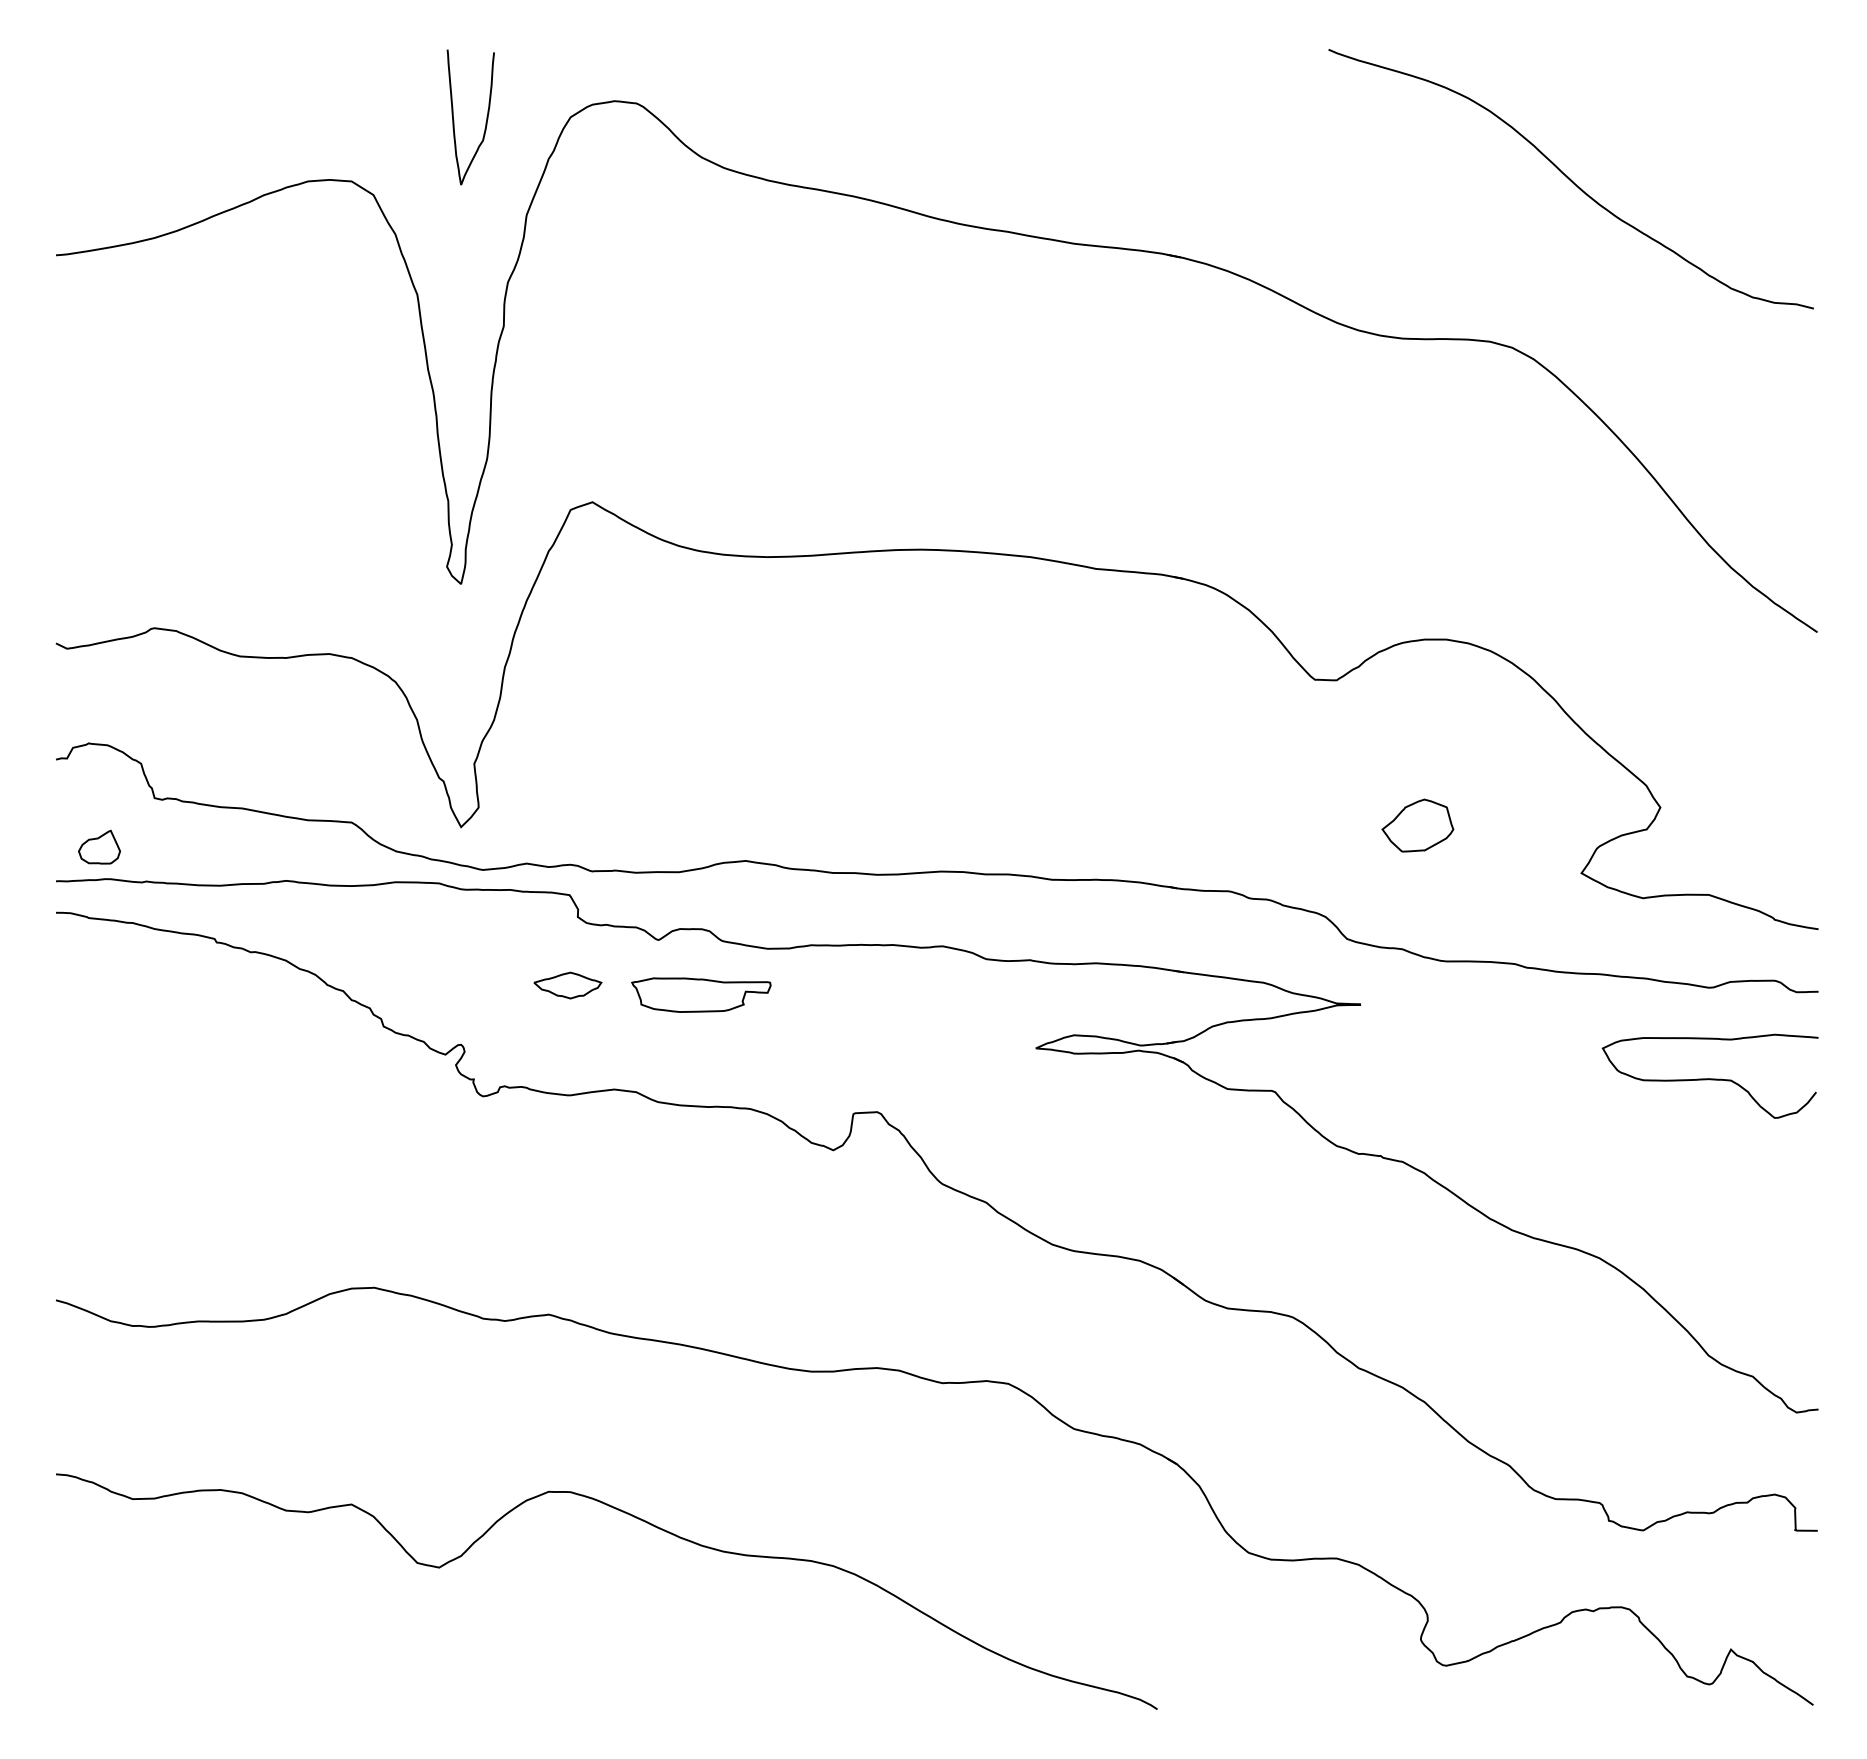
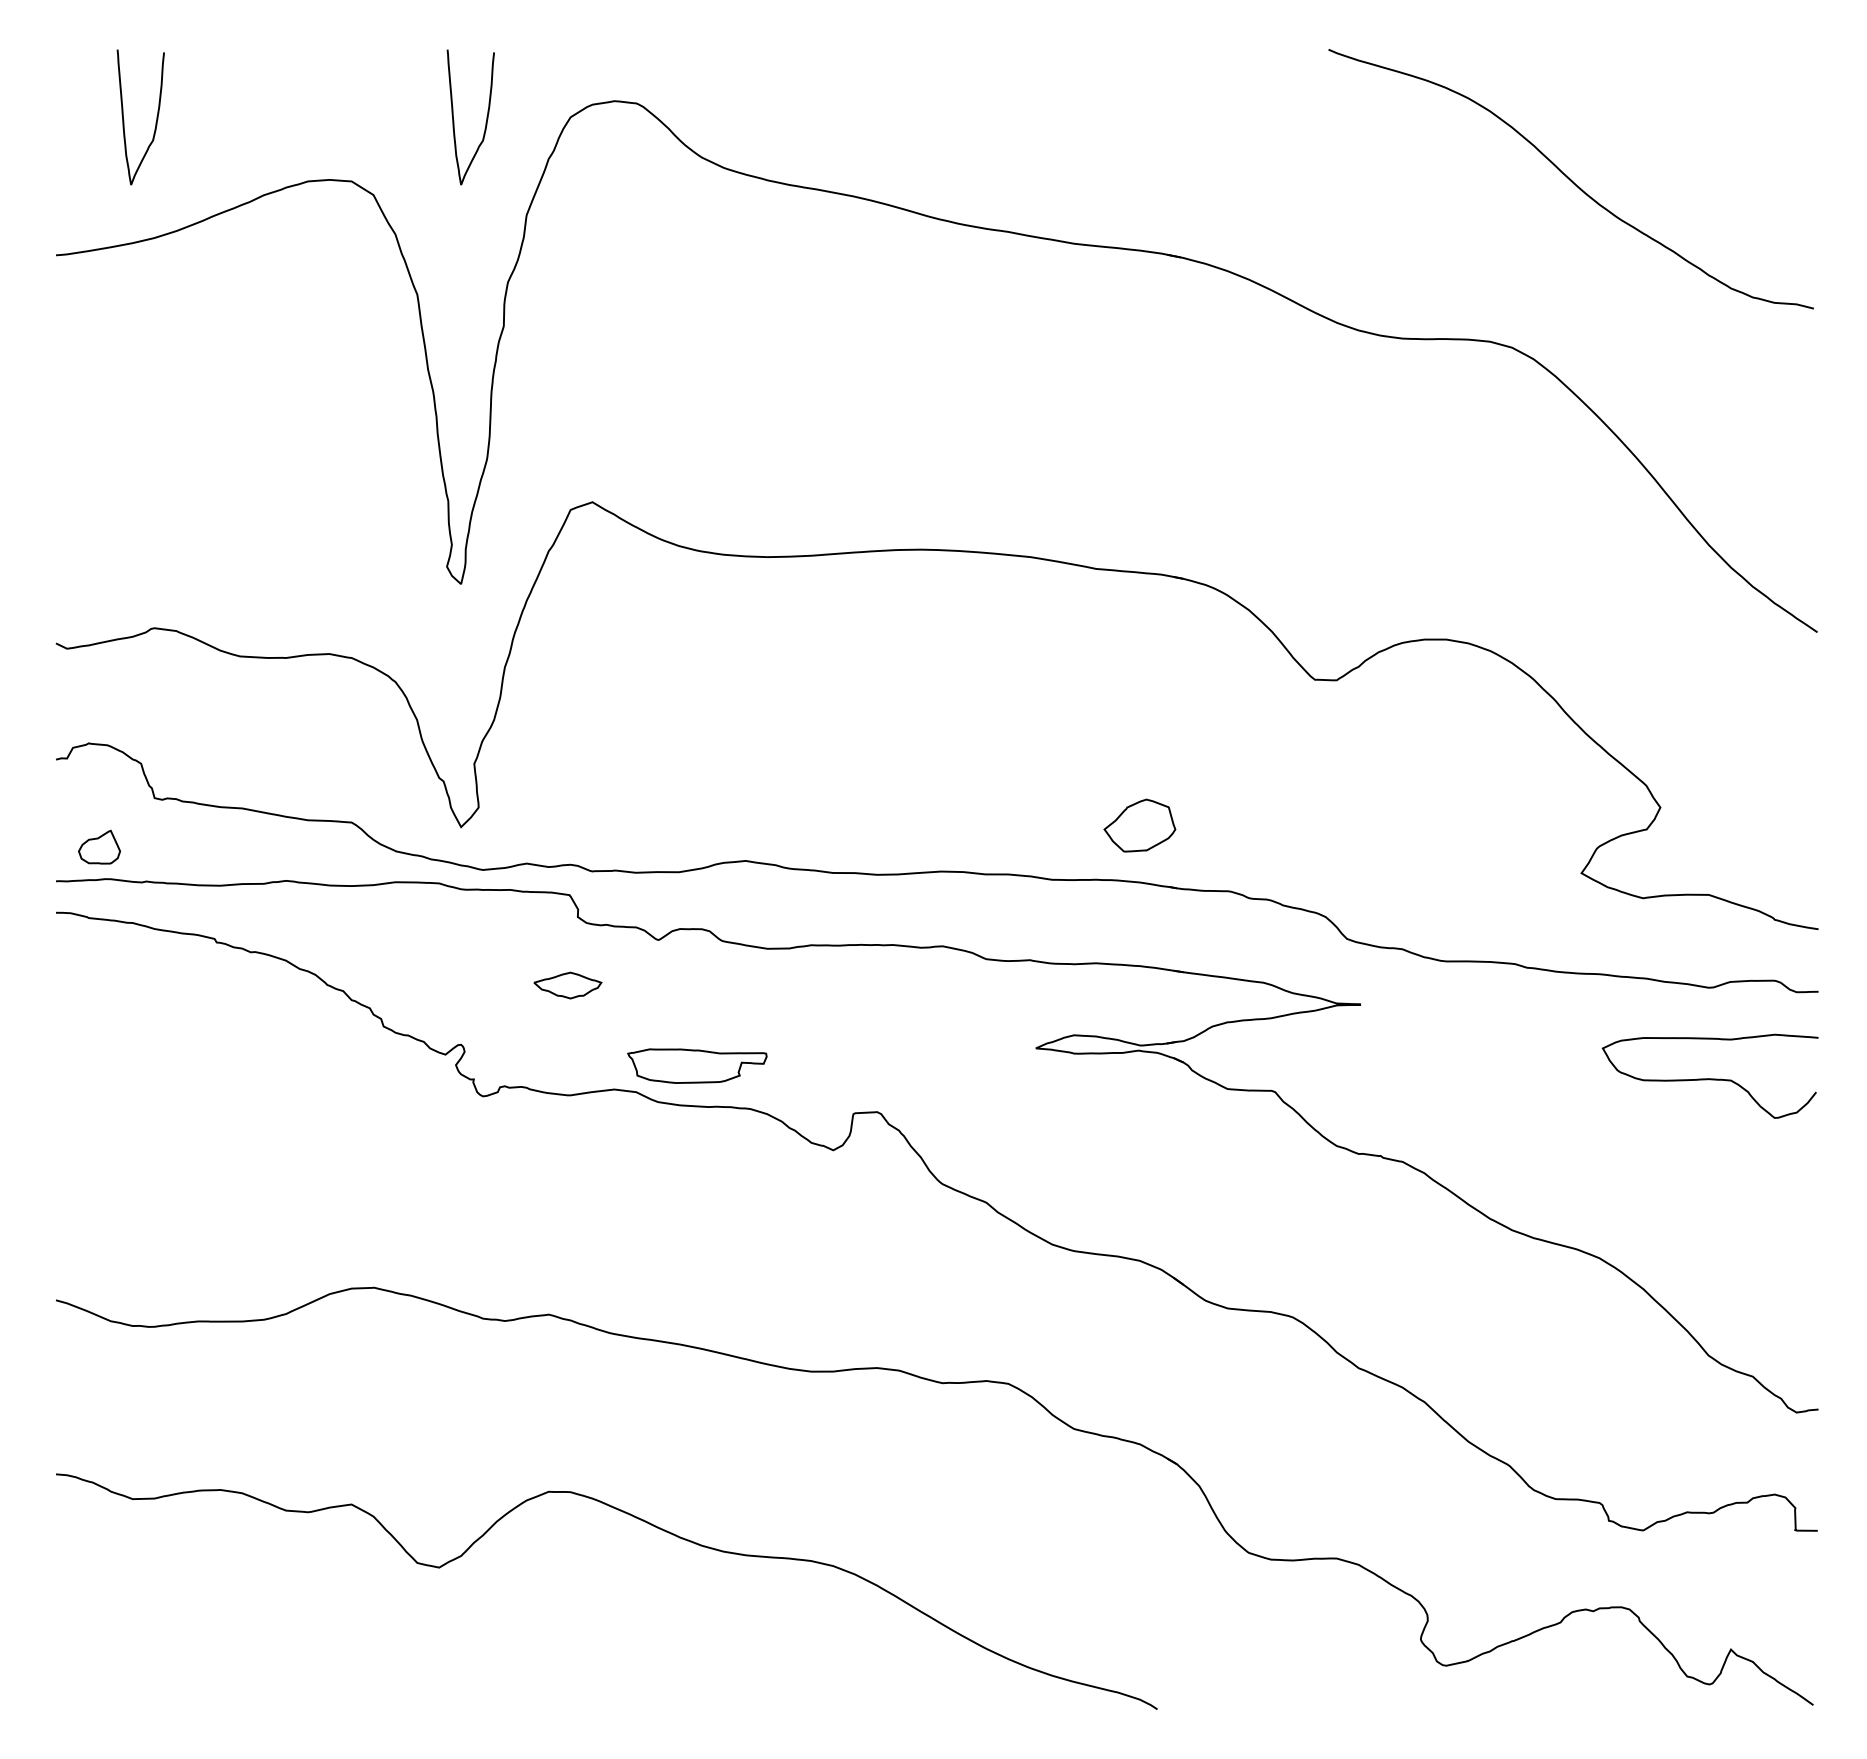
curve at (155, 122): none -> present
part at (1417, 825) position: (1417, 825) -> (1139, 825)
part at (701, 994) position: (701, 994) -> (697, 1065)
